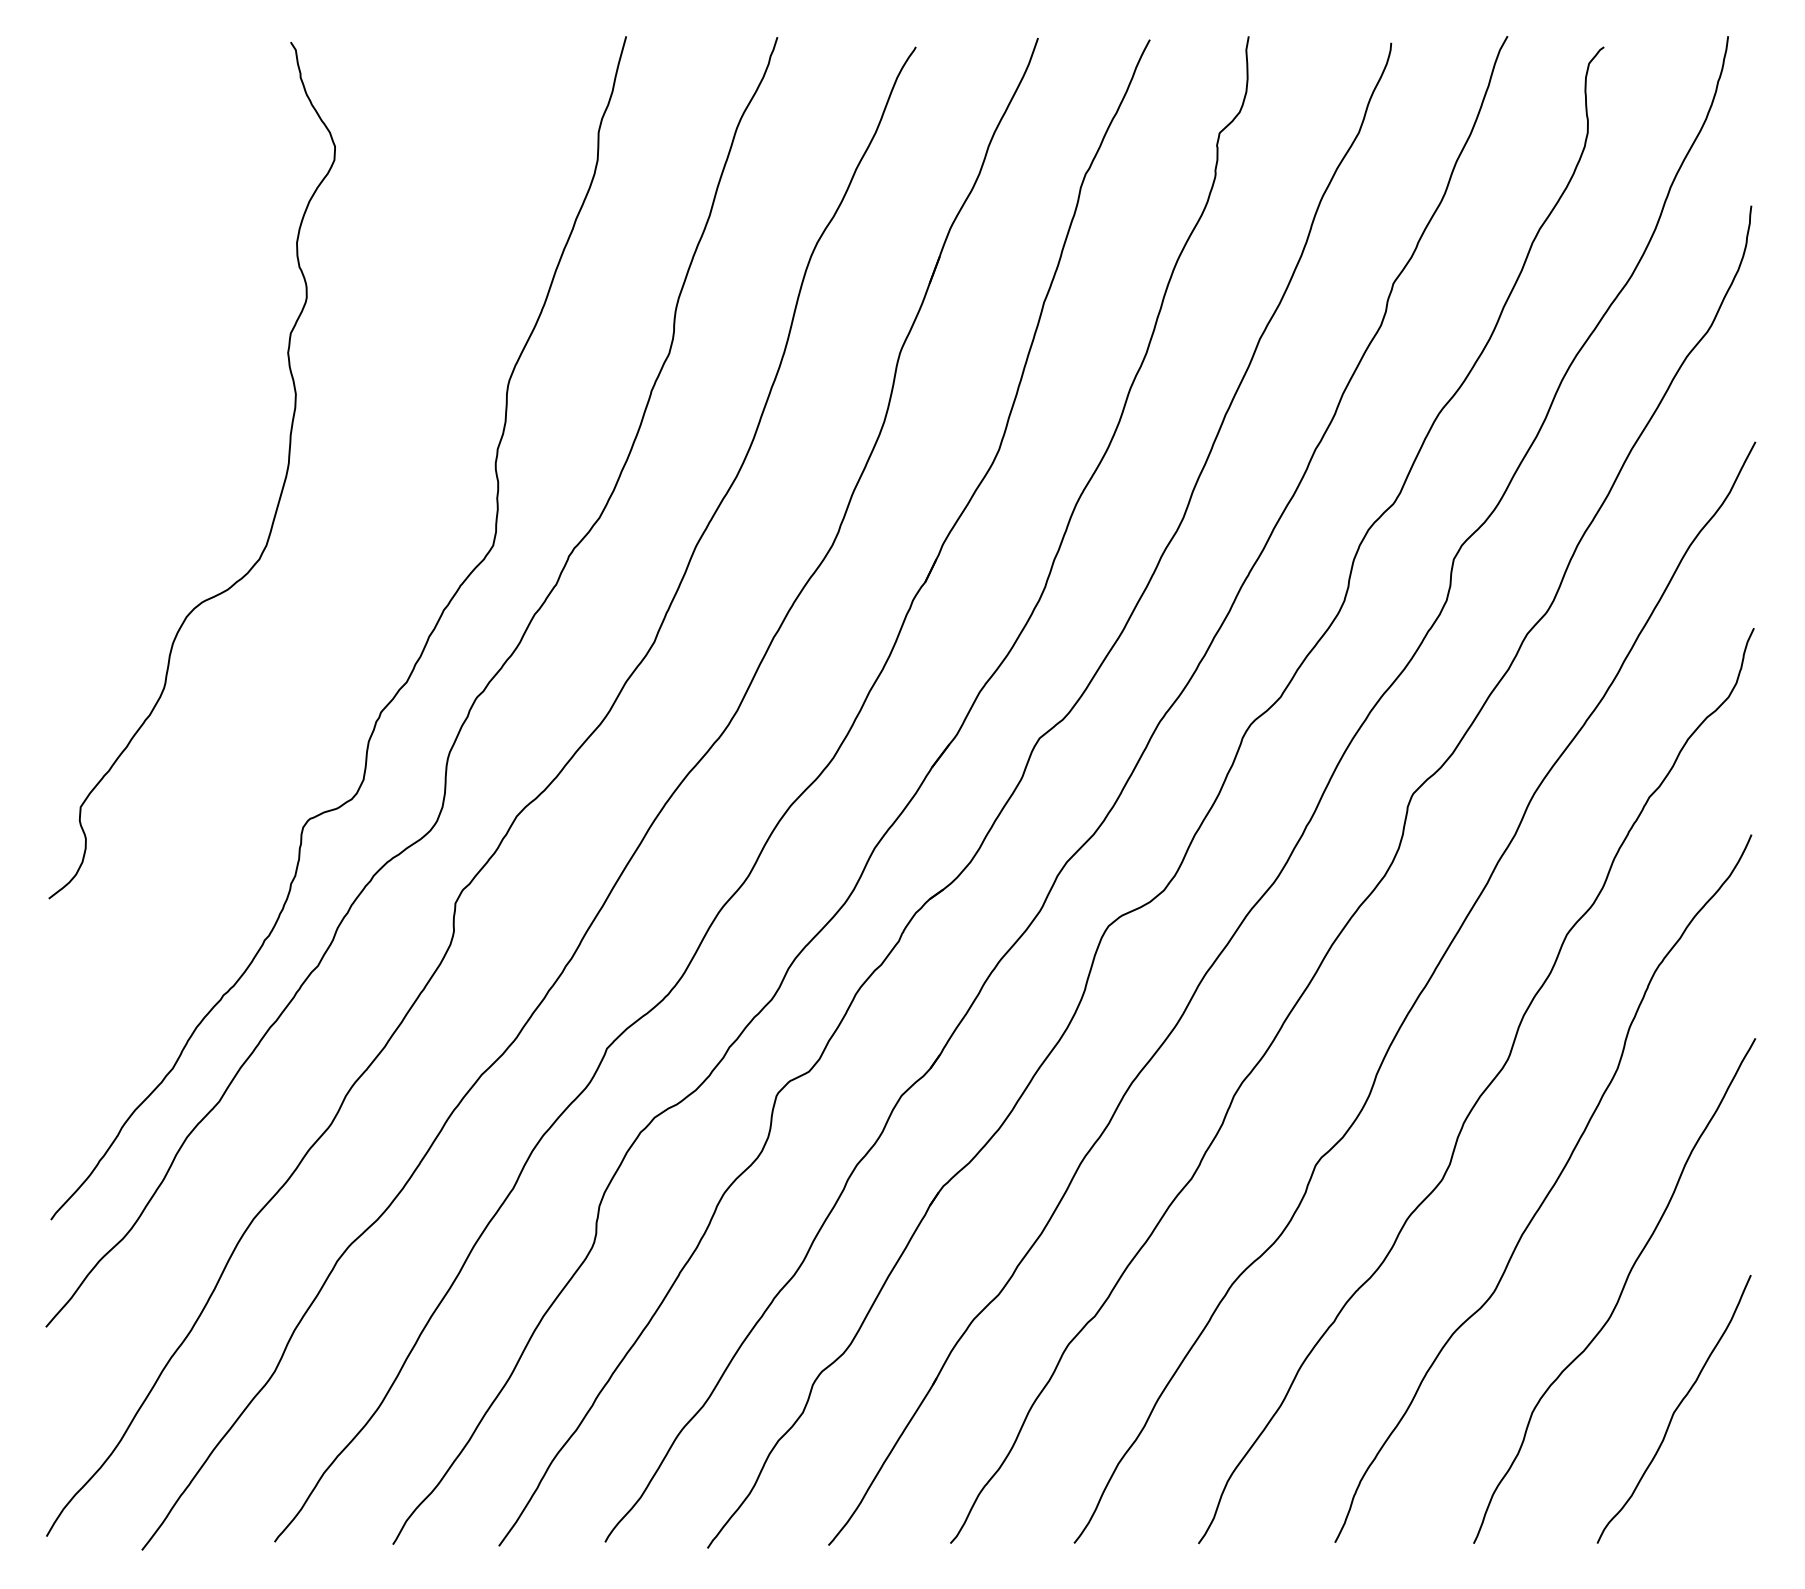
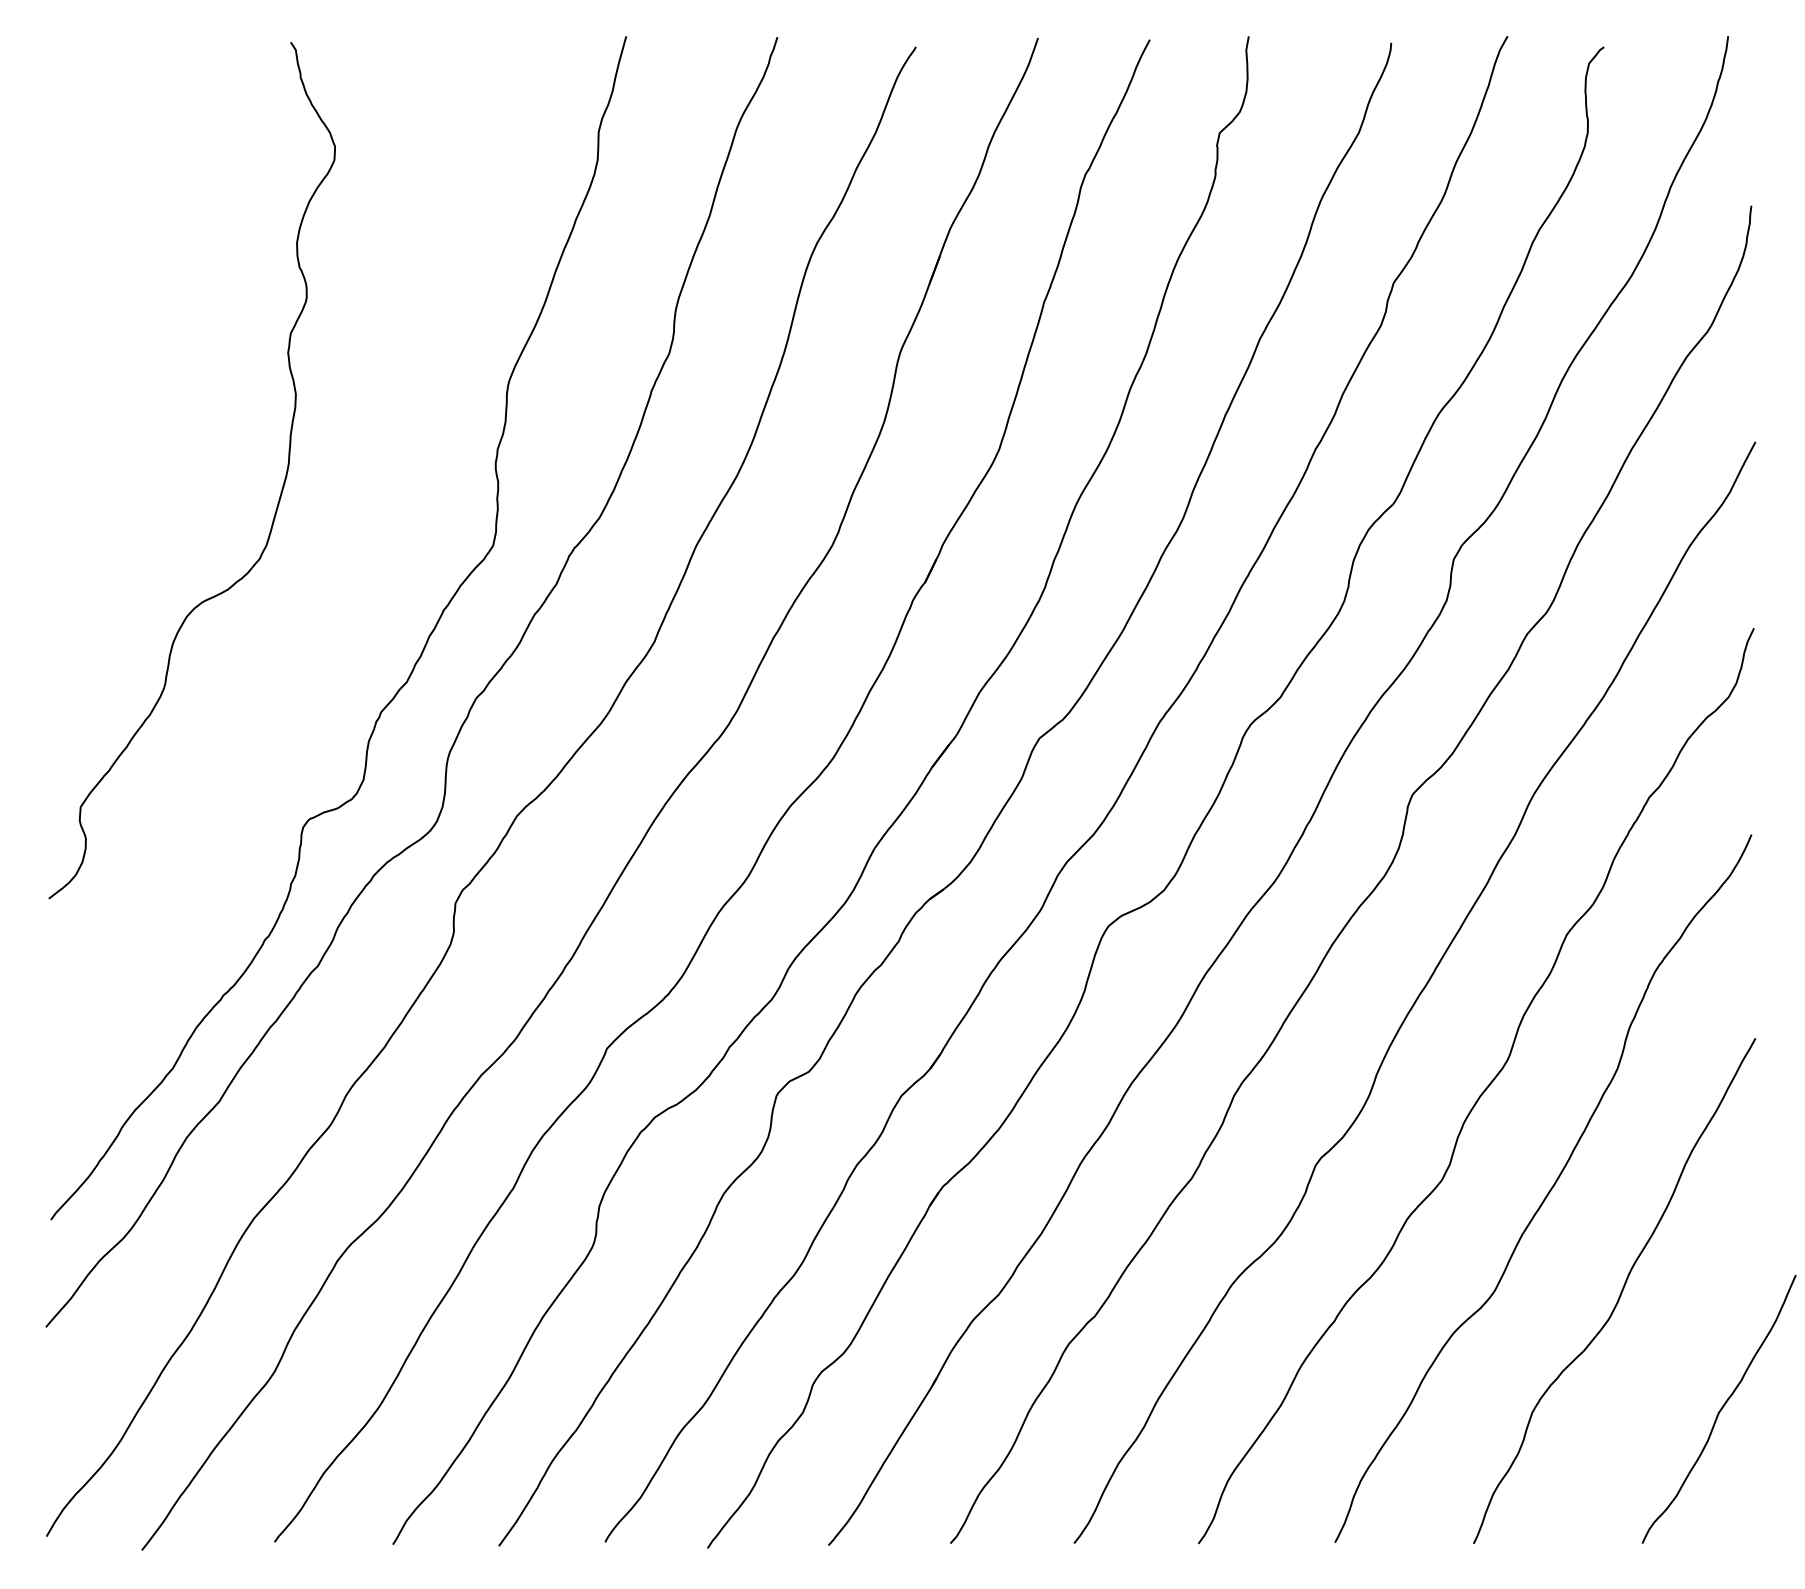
curve at (1674, 1410) position: (1674, 1410) -> (1719, 1410)
